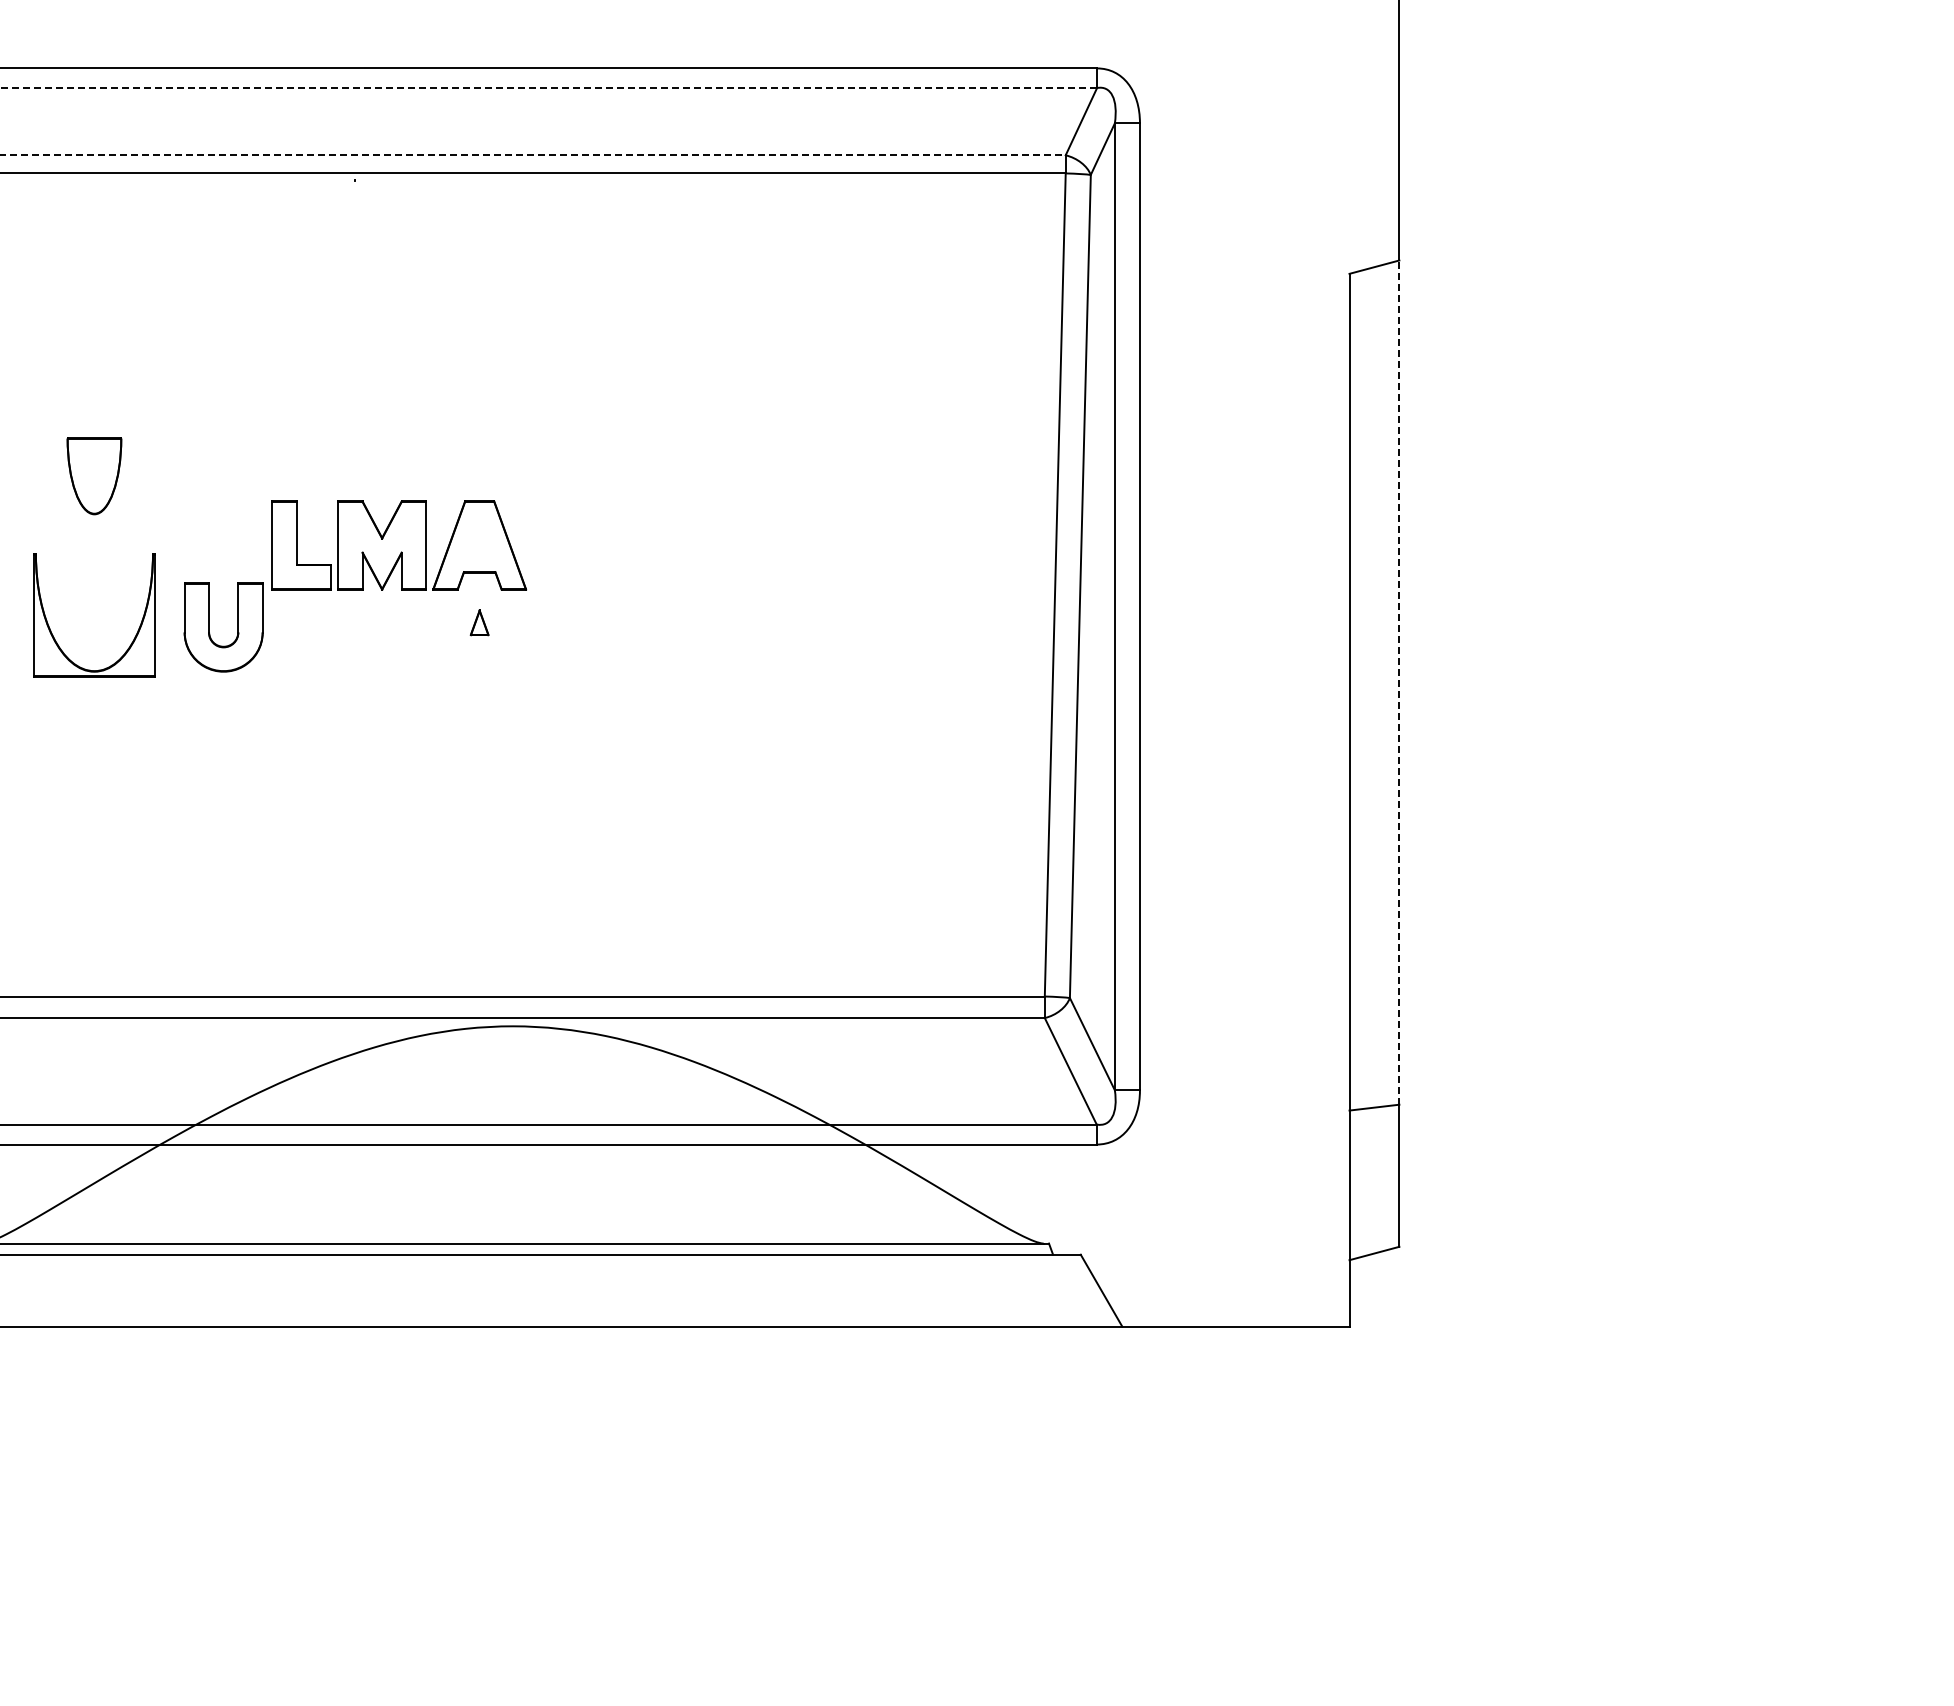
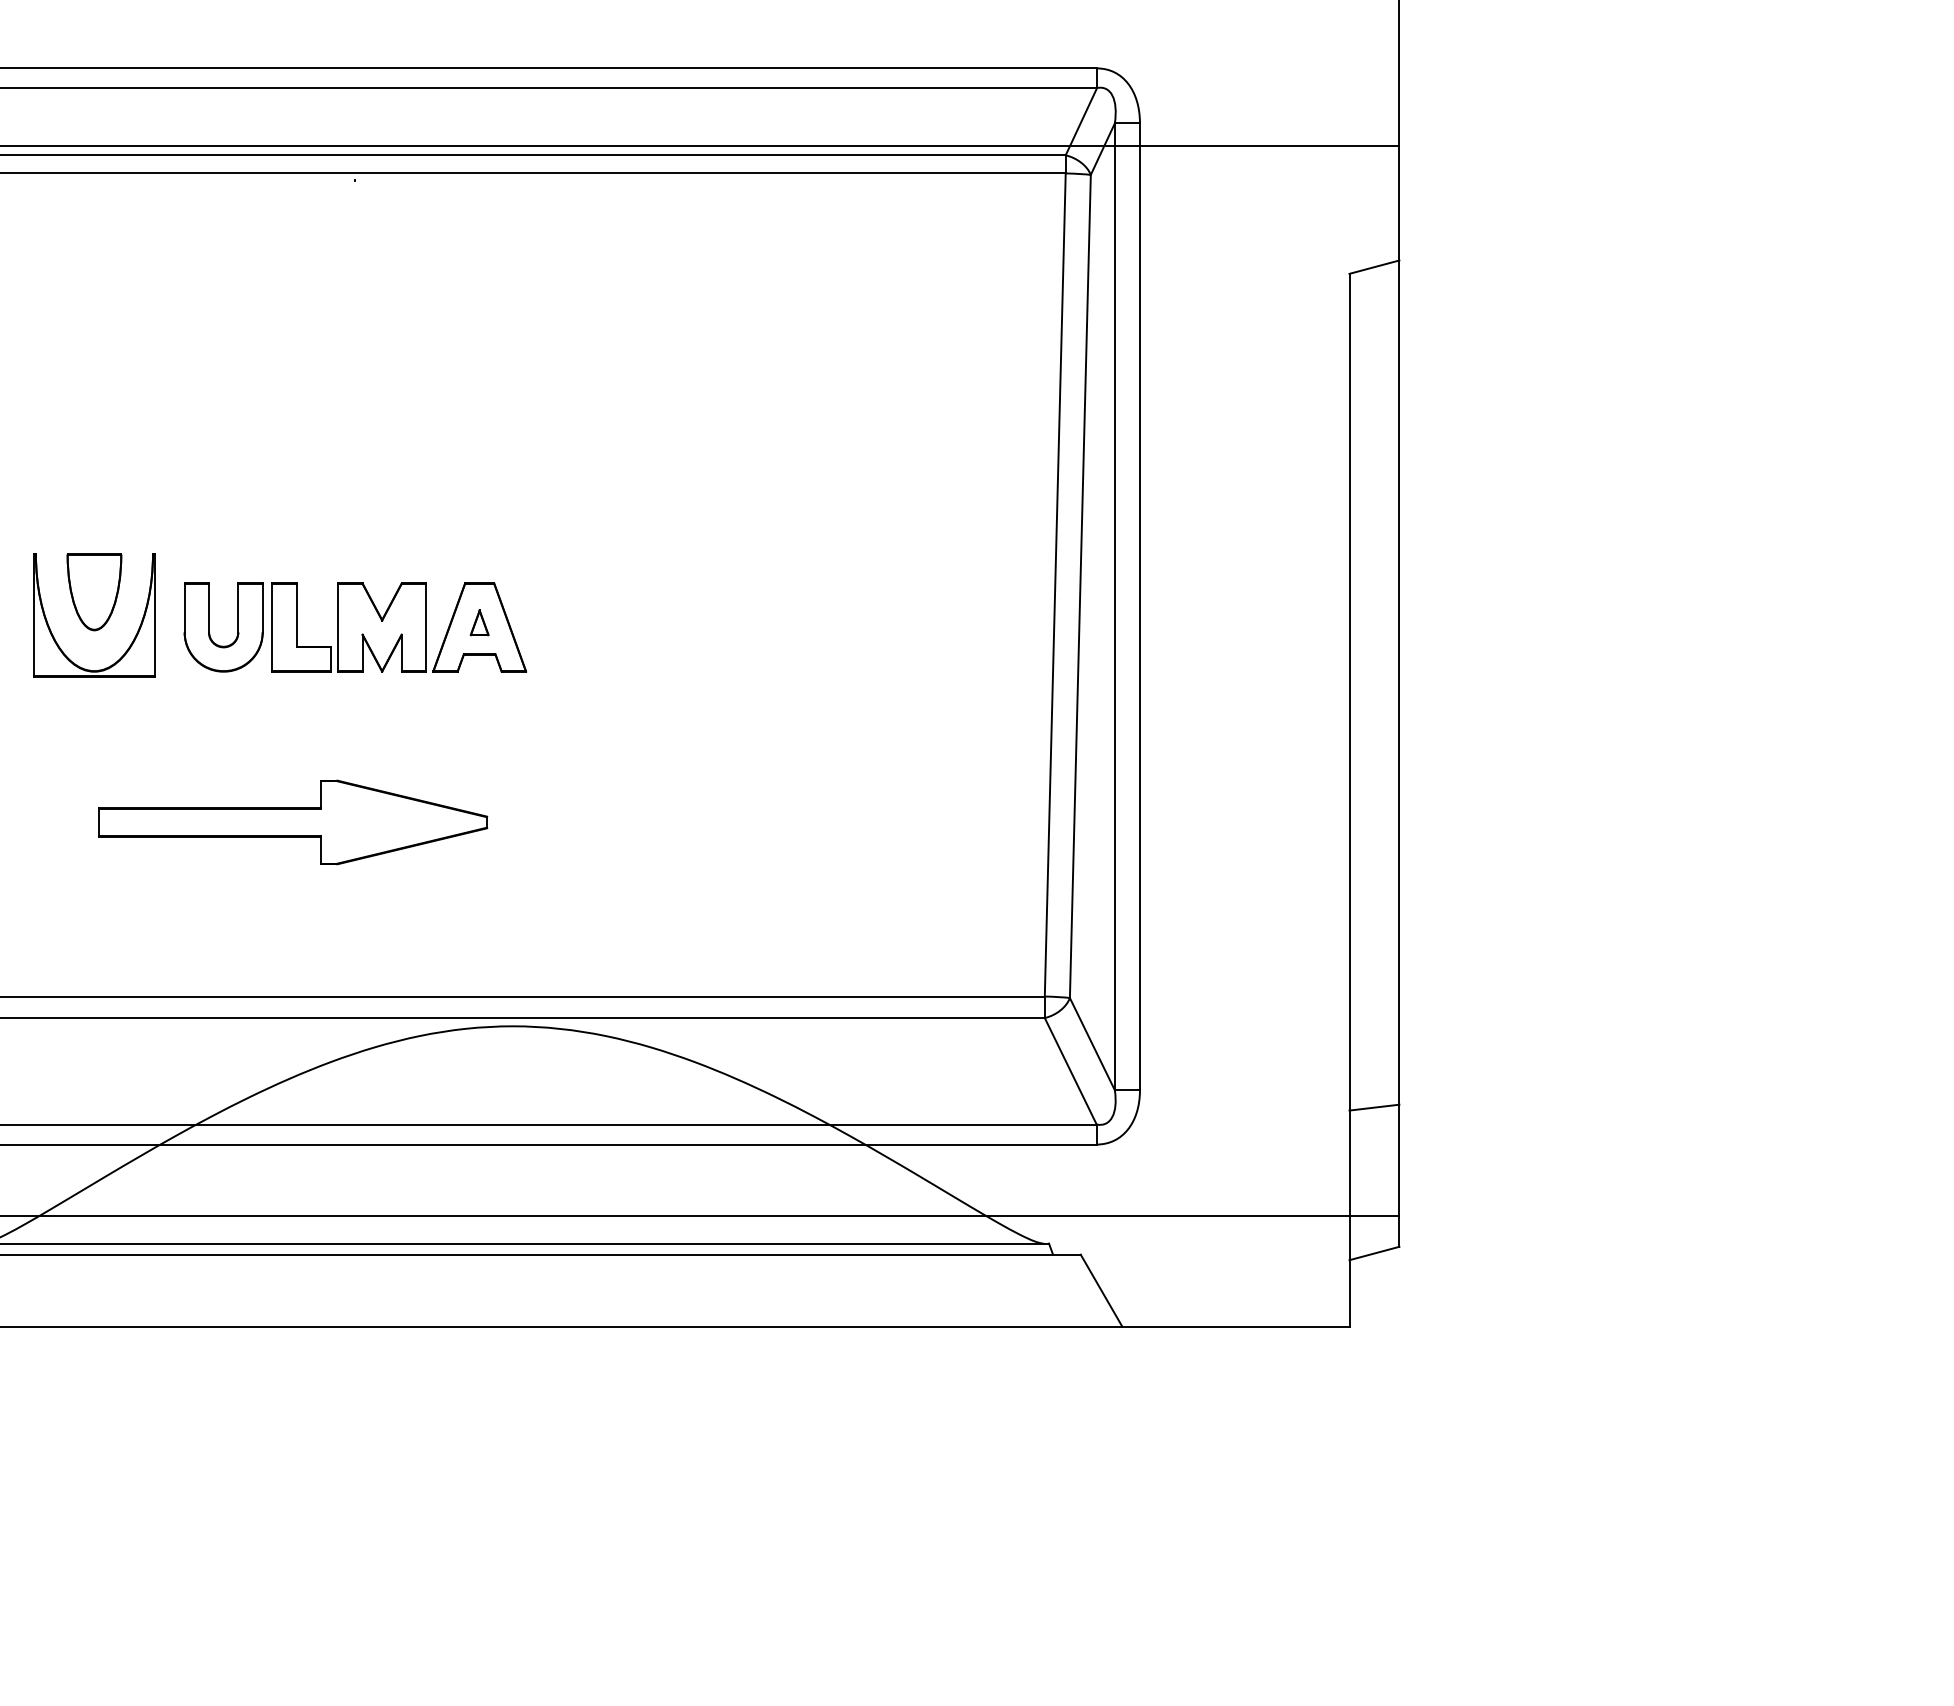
line at (548, 88): dashed -> solid
line at (700, 146): none -> present
line at (533, 155): dashed -> solid
part at (94, 476) position: (94, 476) -> (94, 592)
part at (399, 545) position: (399, 545) -> (399, 627)
line at (1399, 682): dashed -> solid
part at (293, 822): none -> present
line at (700, 1215): none -> present
